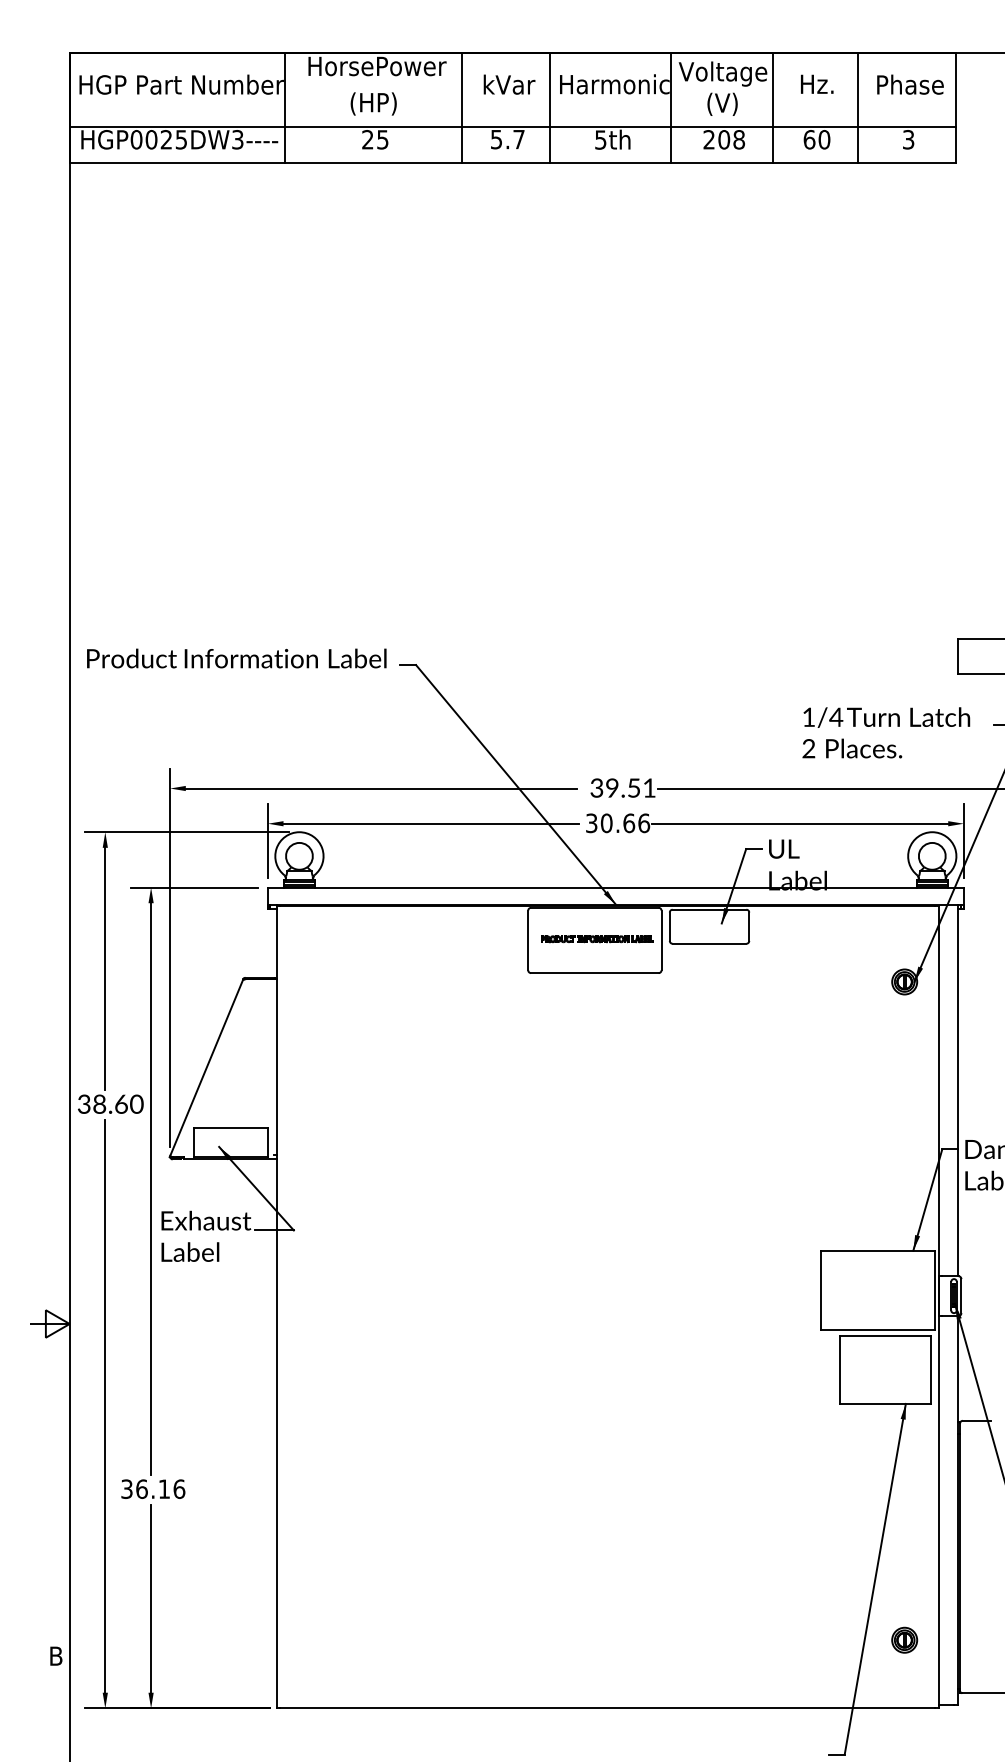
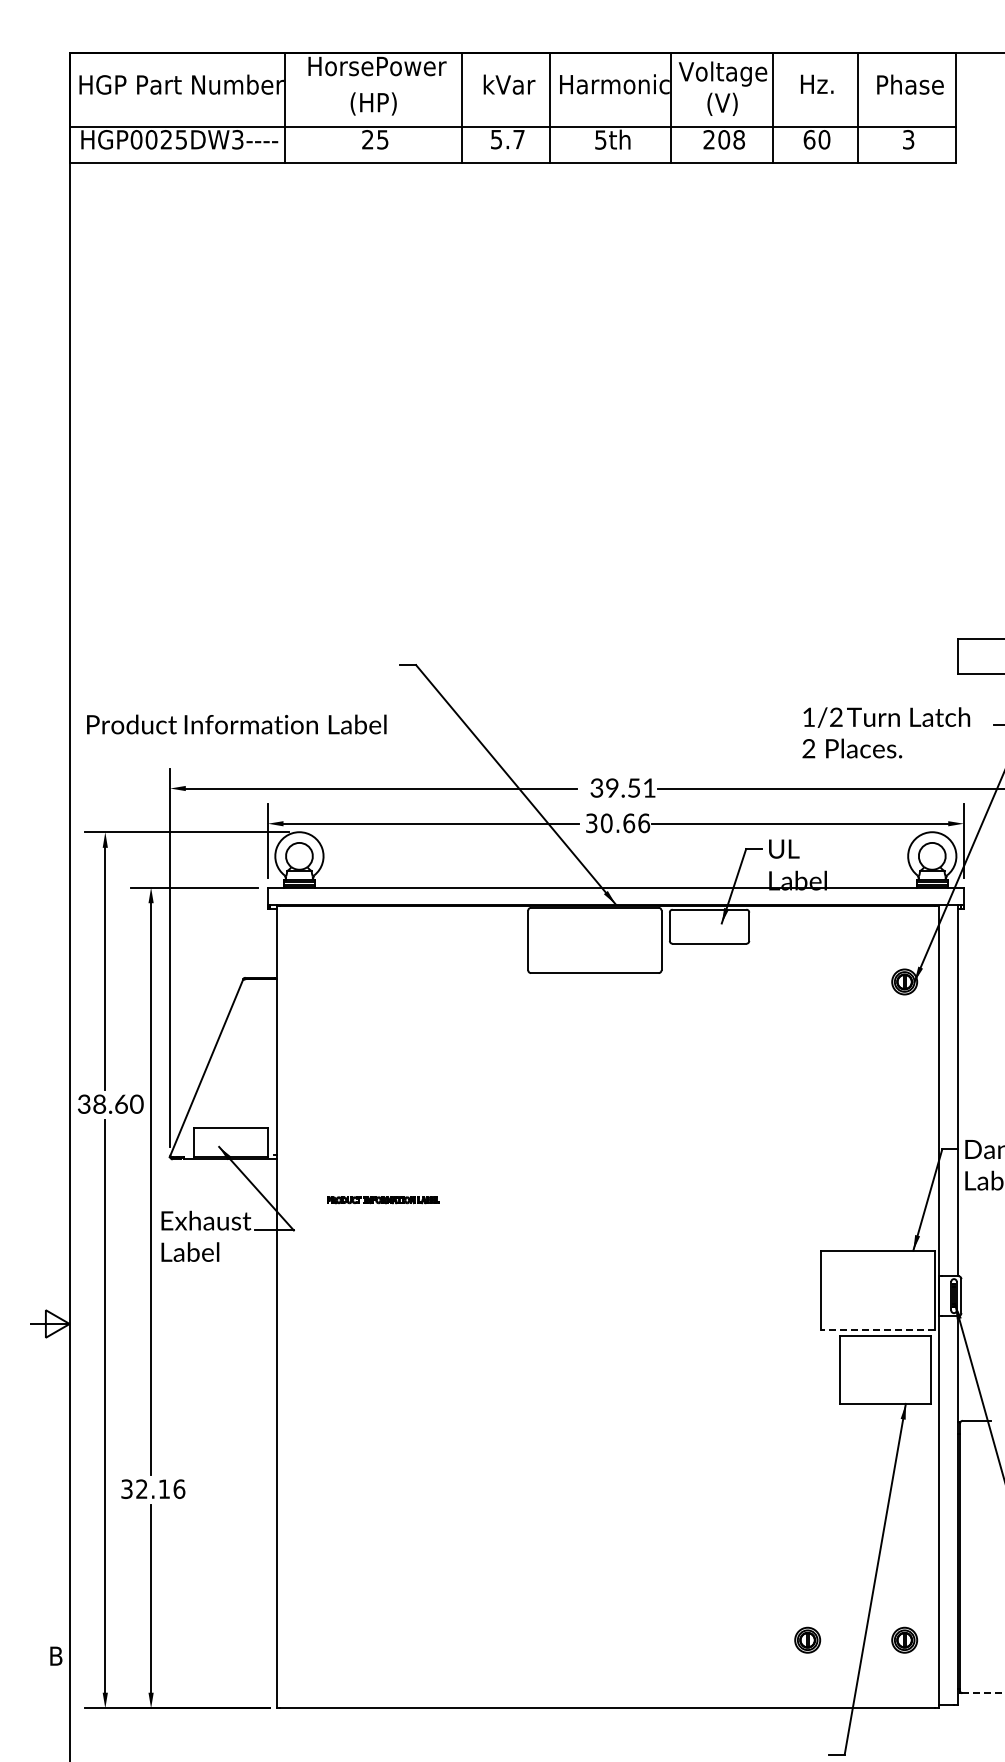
text at (236, 658) position: (236, 658) -> (236, 724)
text at (836, 716): 1/4 -> 1/2
part at (597, 939) position: (597, 939) -> (383, 1200)
line at (878, 1330): solid -> dashed
text at (141, 1488): 36.16 -> 32.16
part at (807, 1639): none -> present
line at (984, 1693): solid -> dashed
